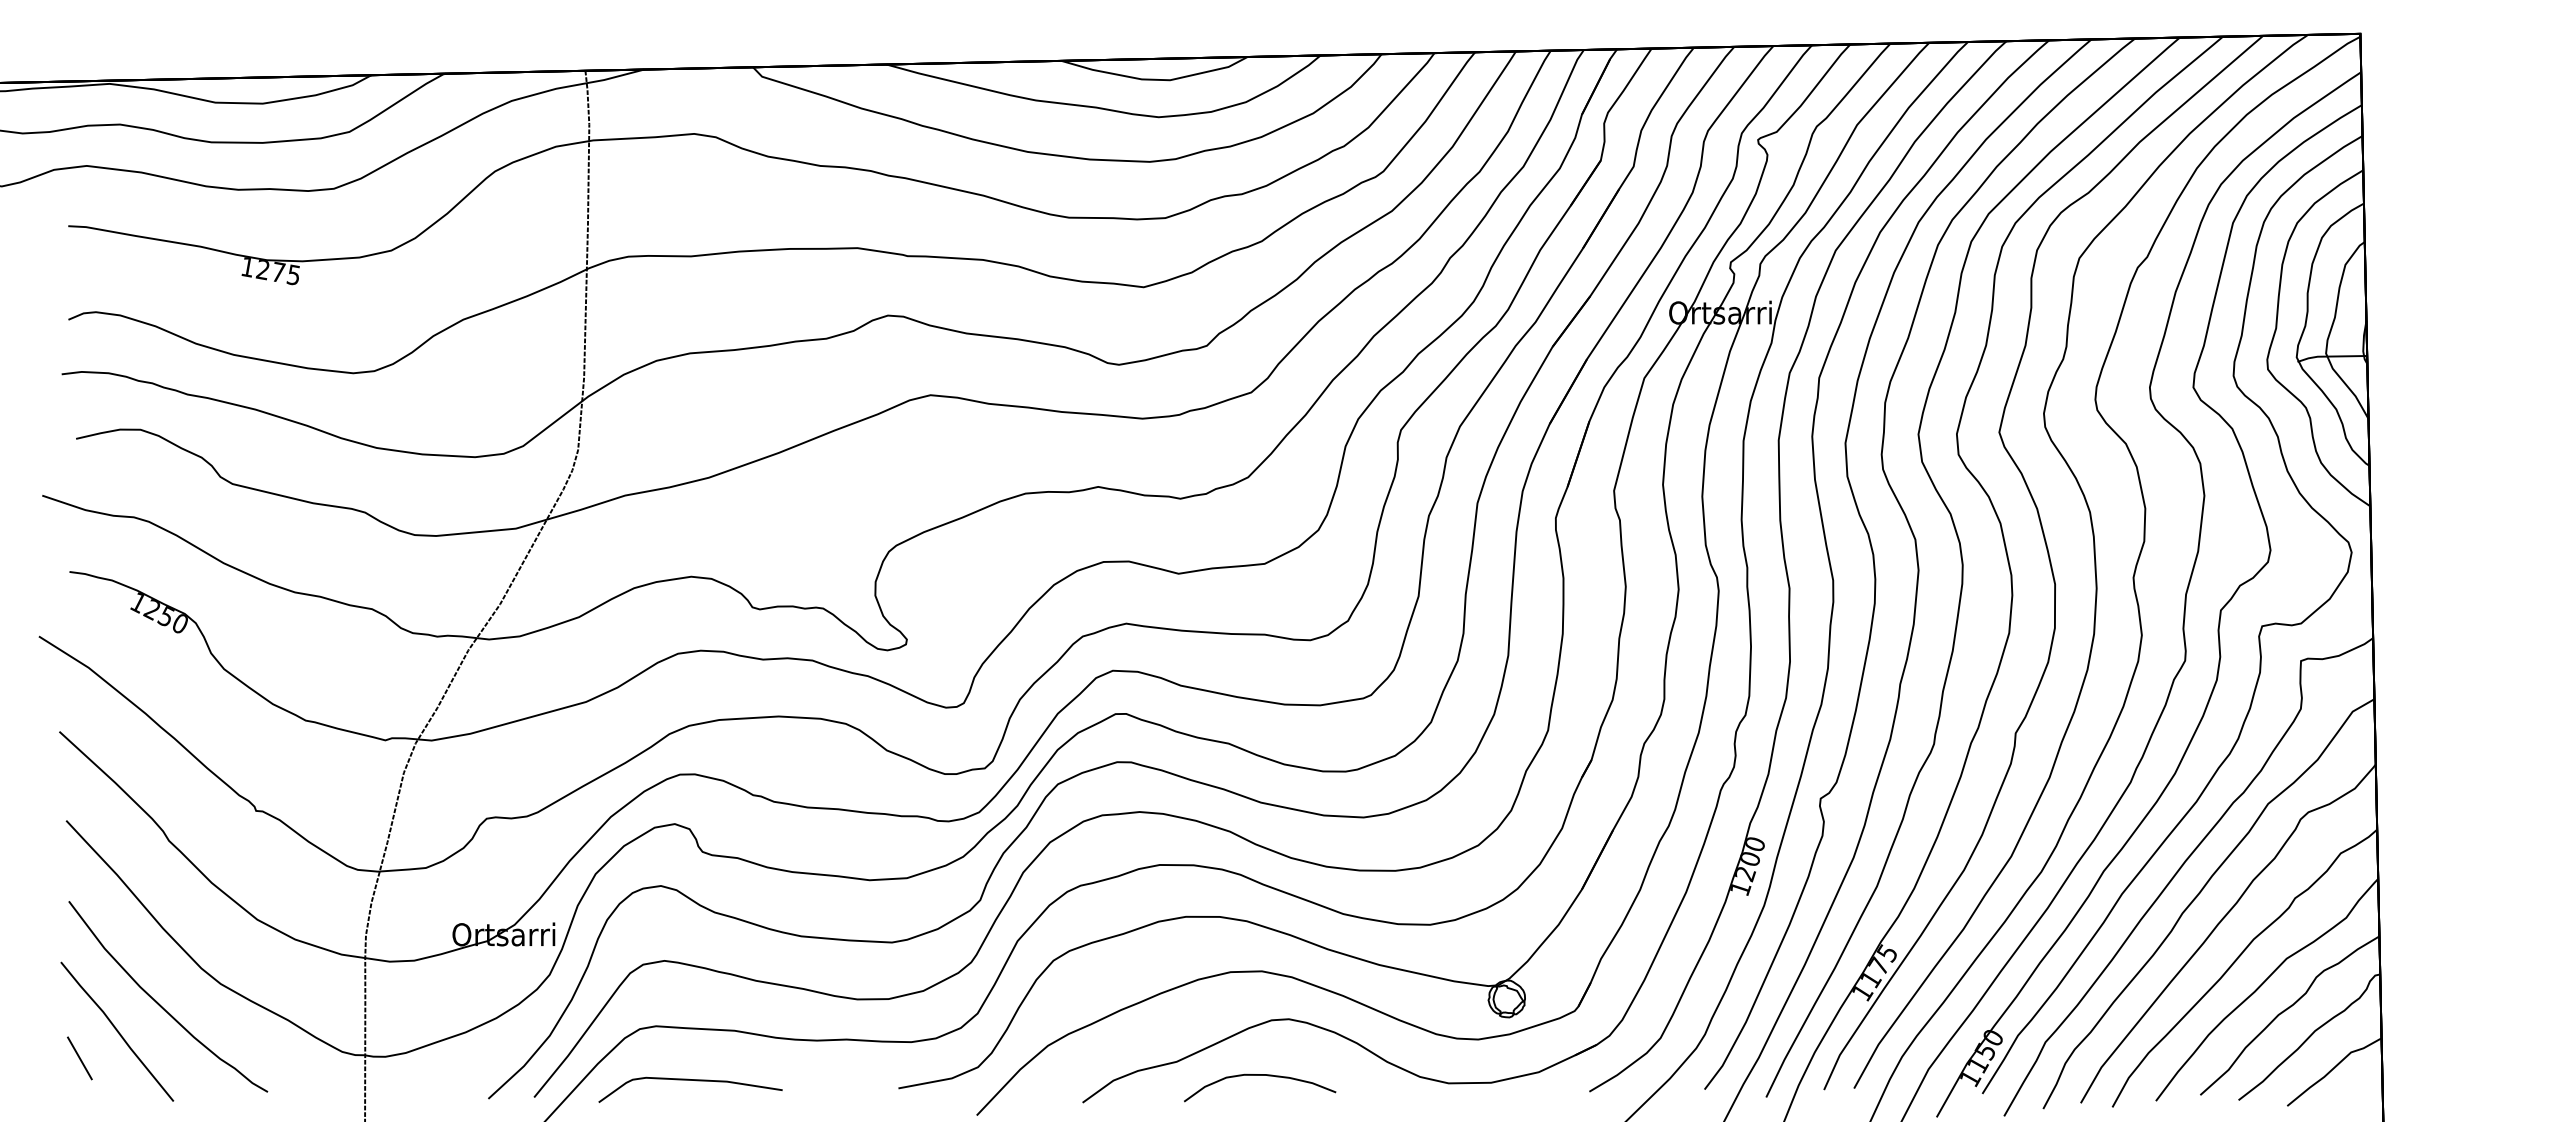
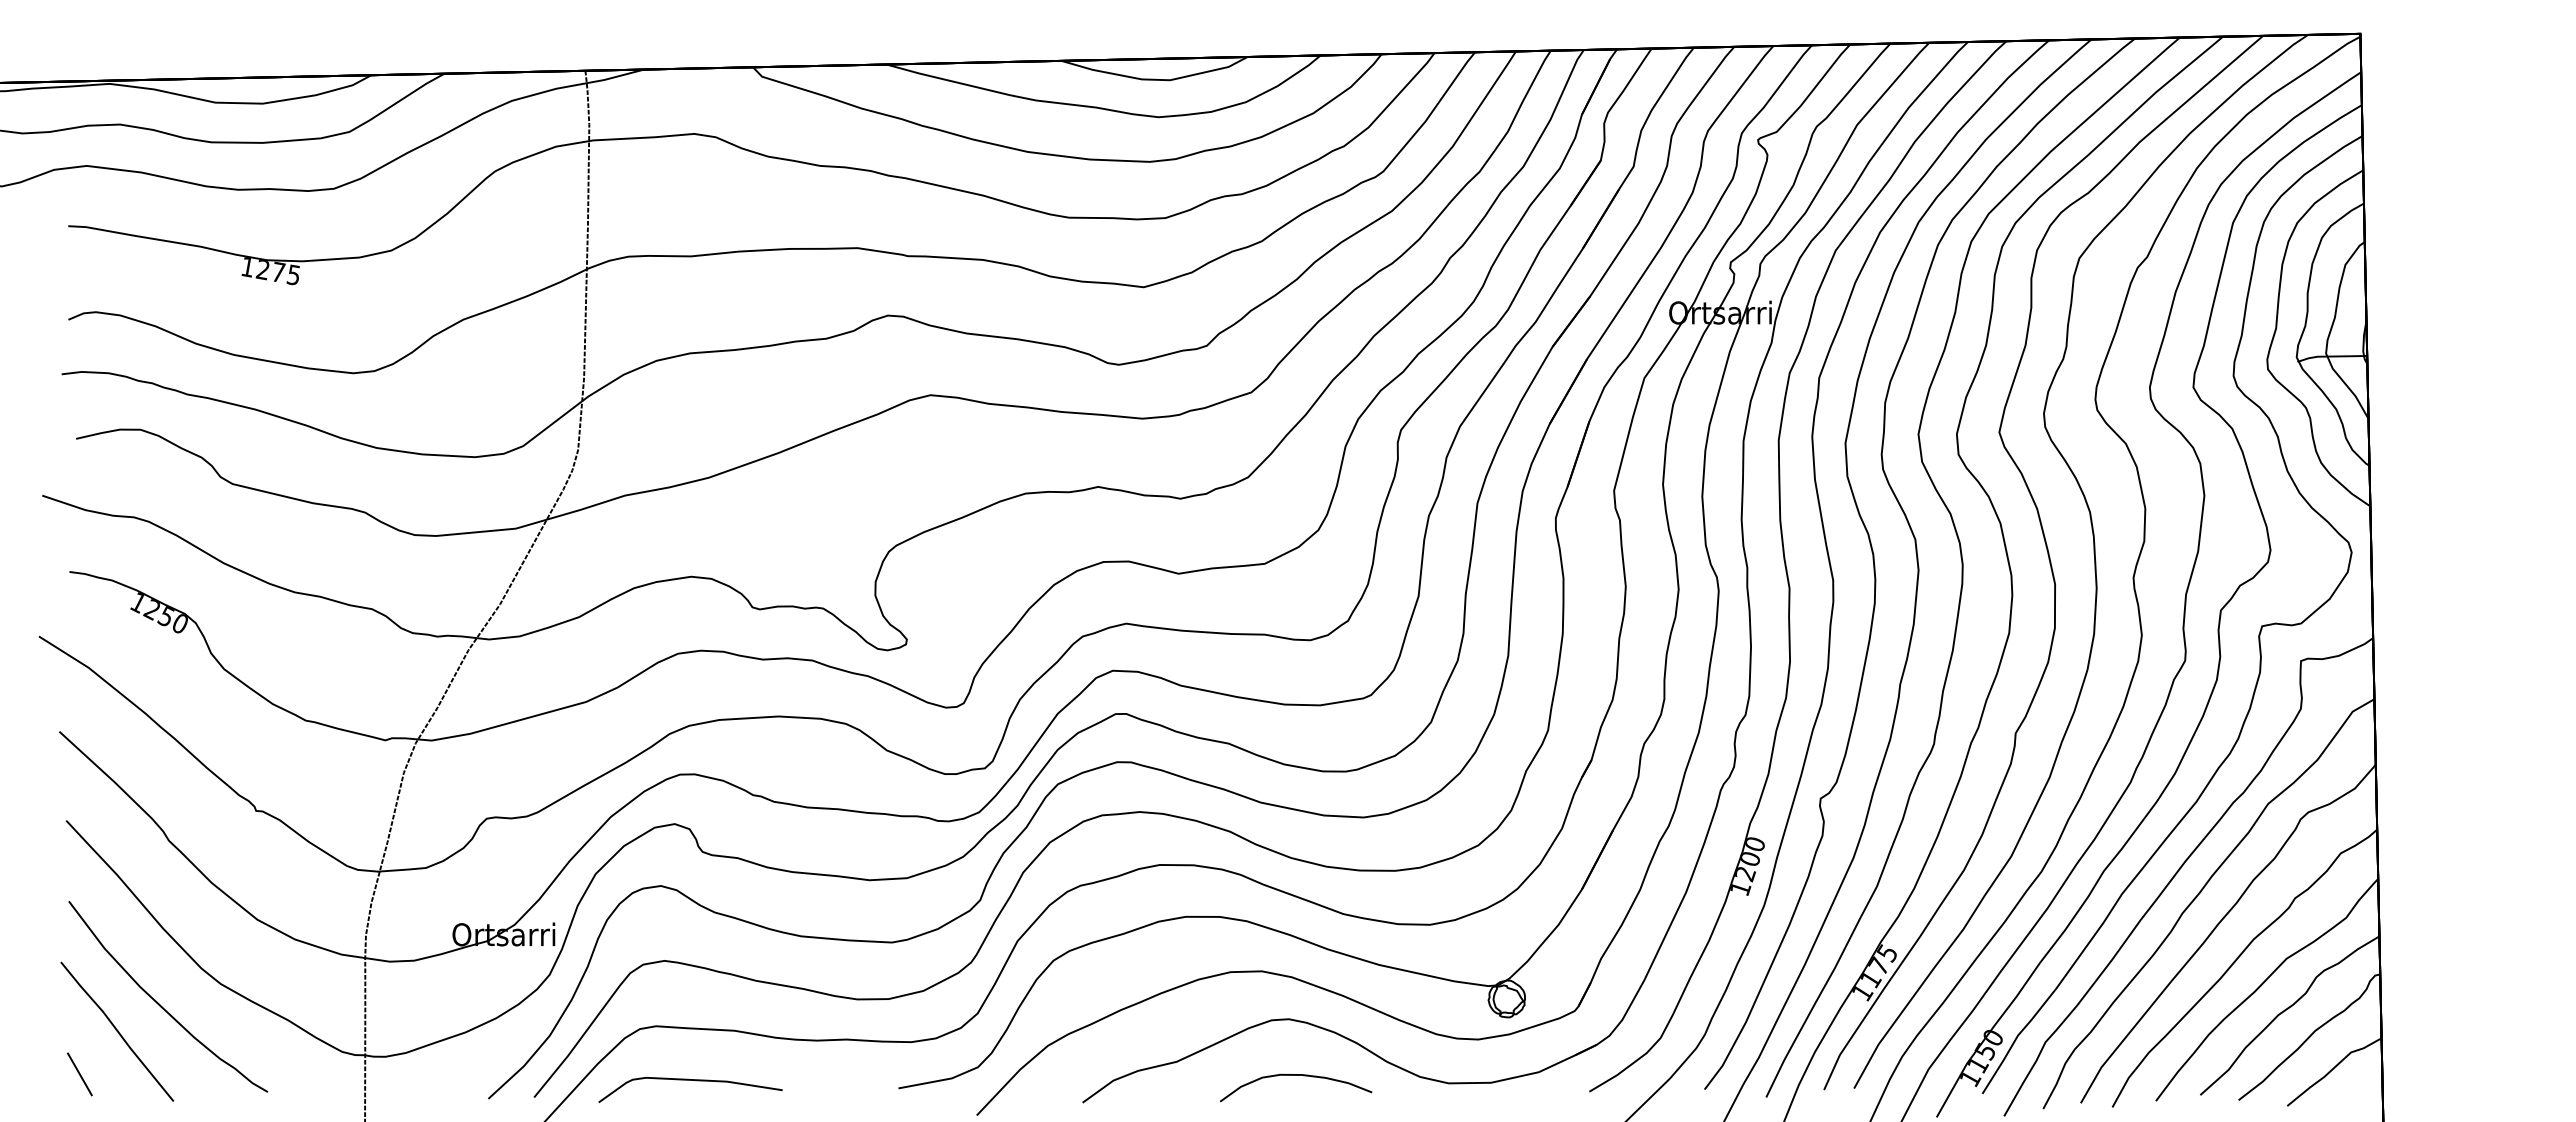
line at (79, 1058) position: (79, 1058) -> (79, 1074)
curve at (1260, 1075) position: (1260, 1075) -> (1296, 1075)
